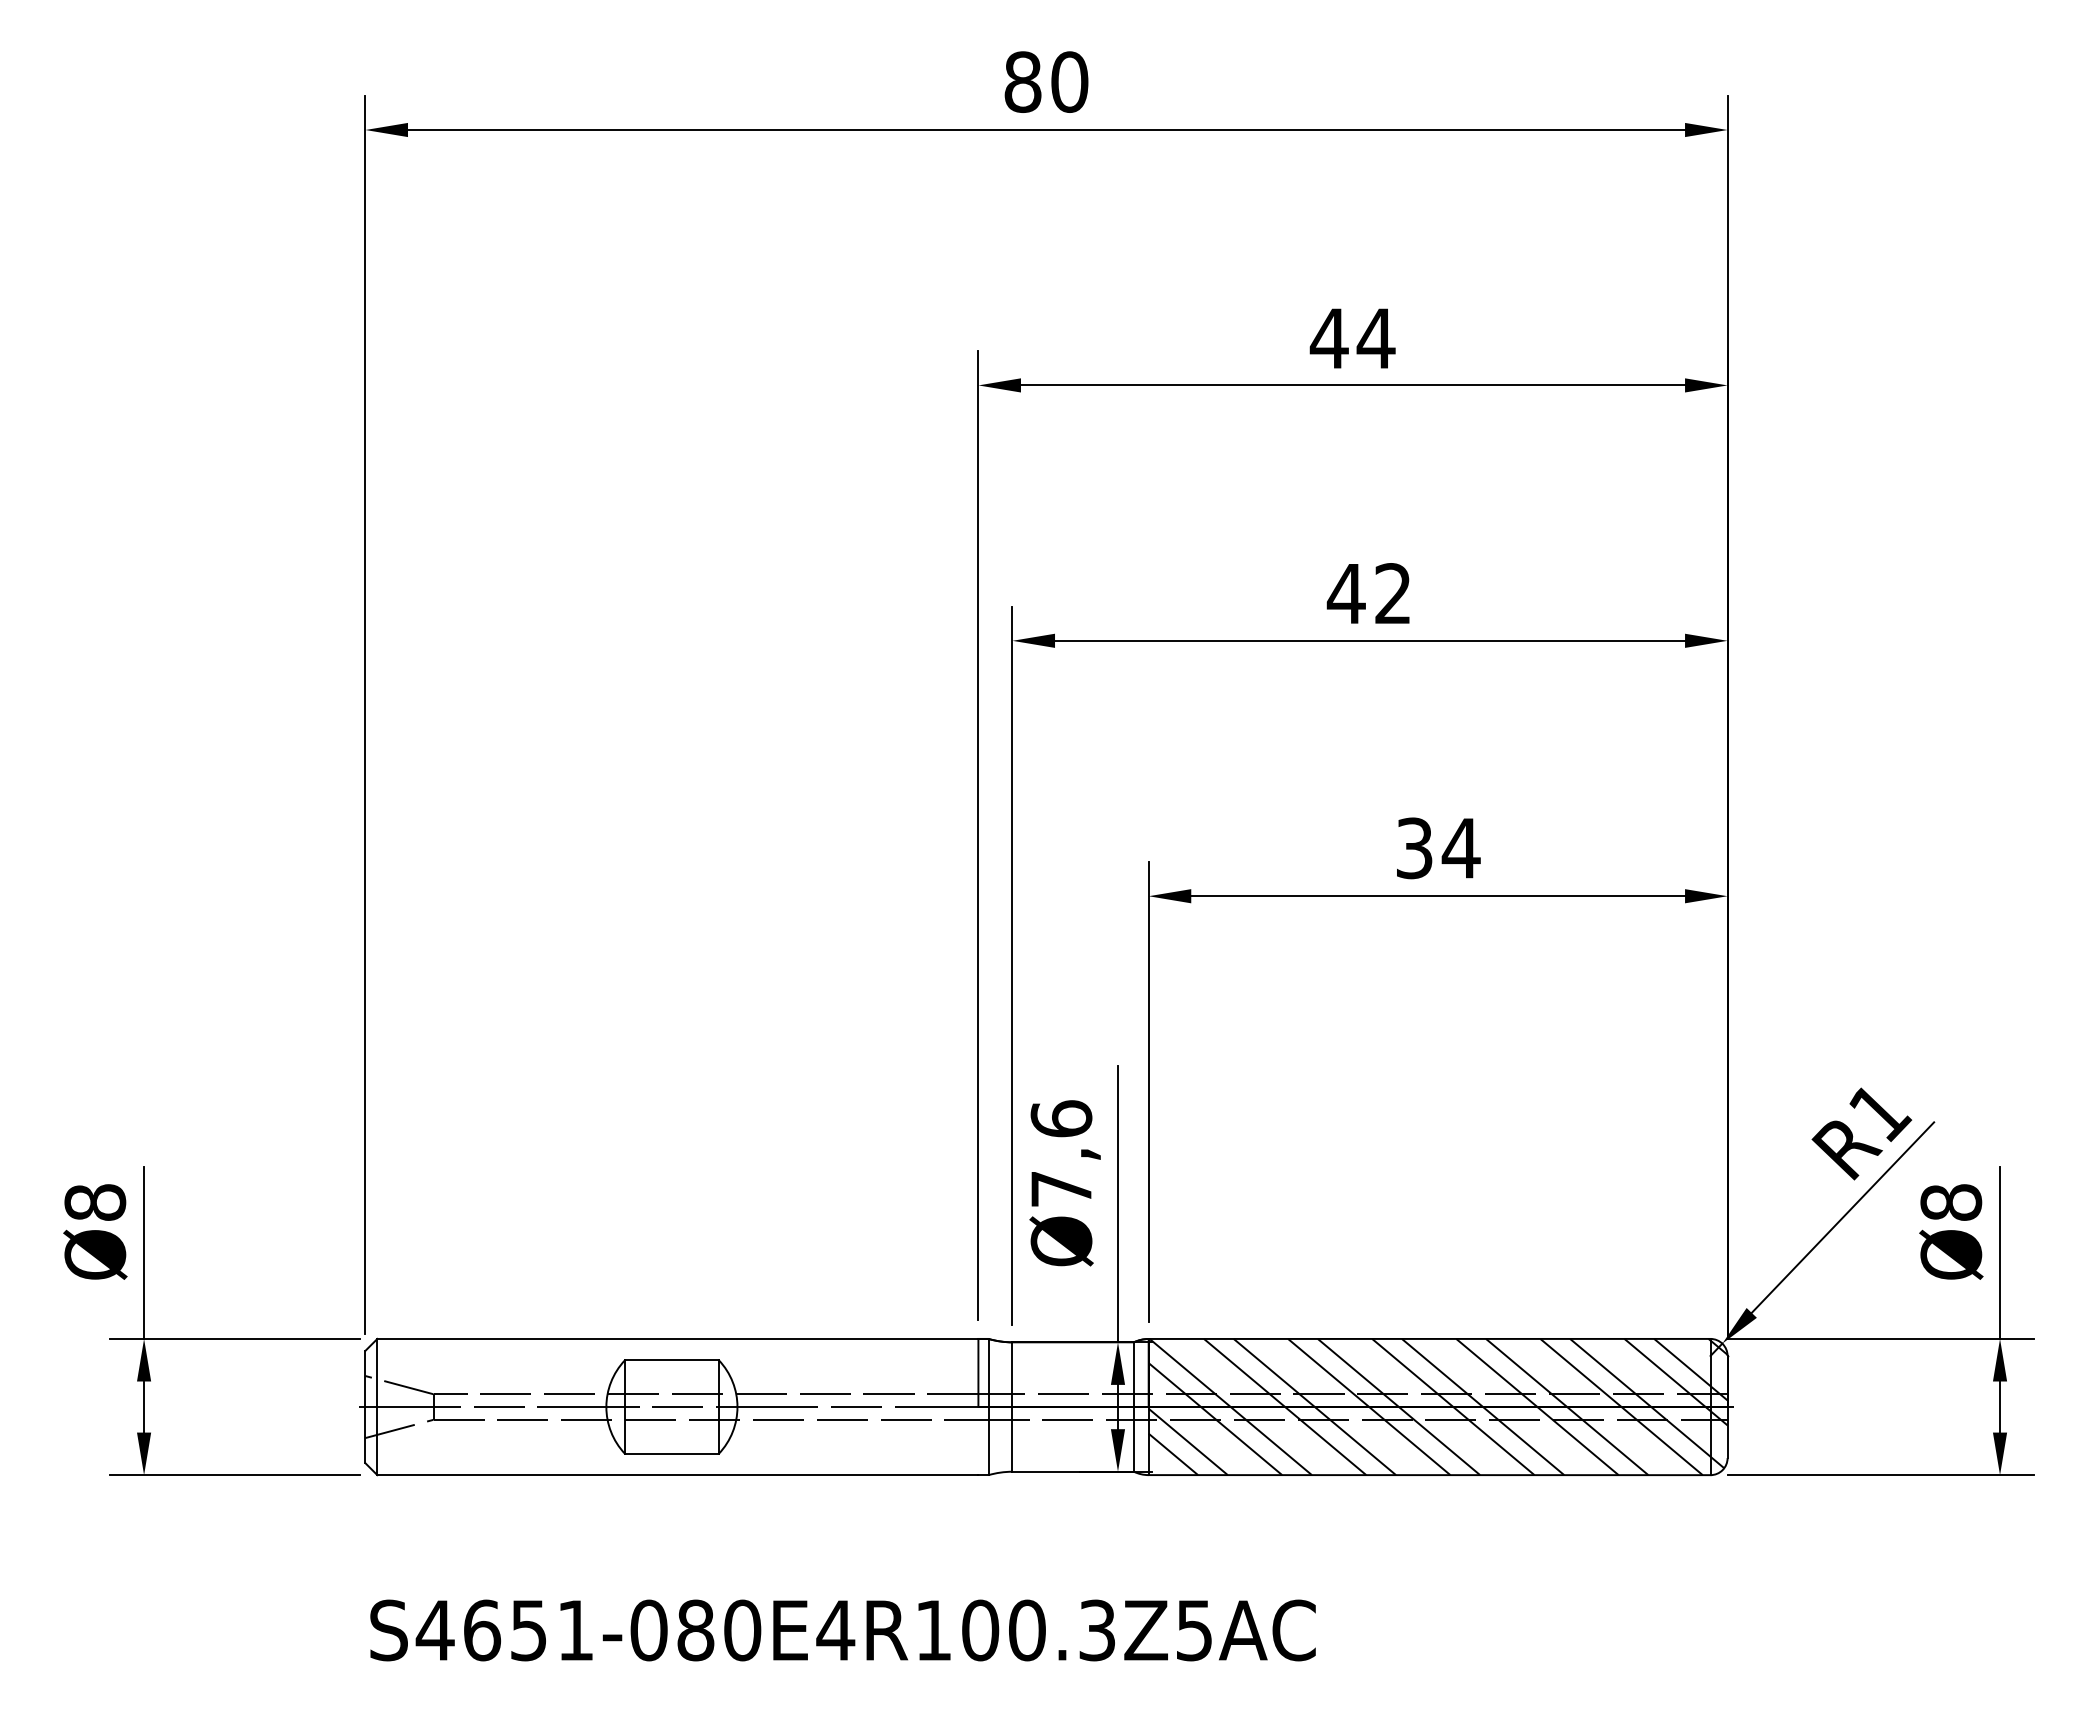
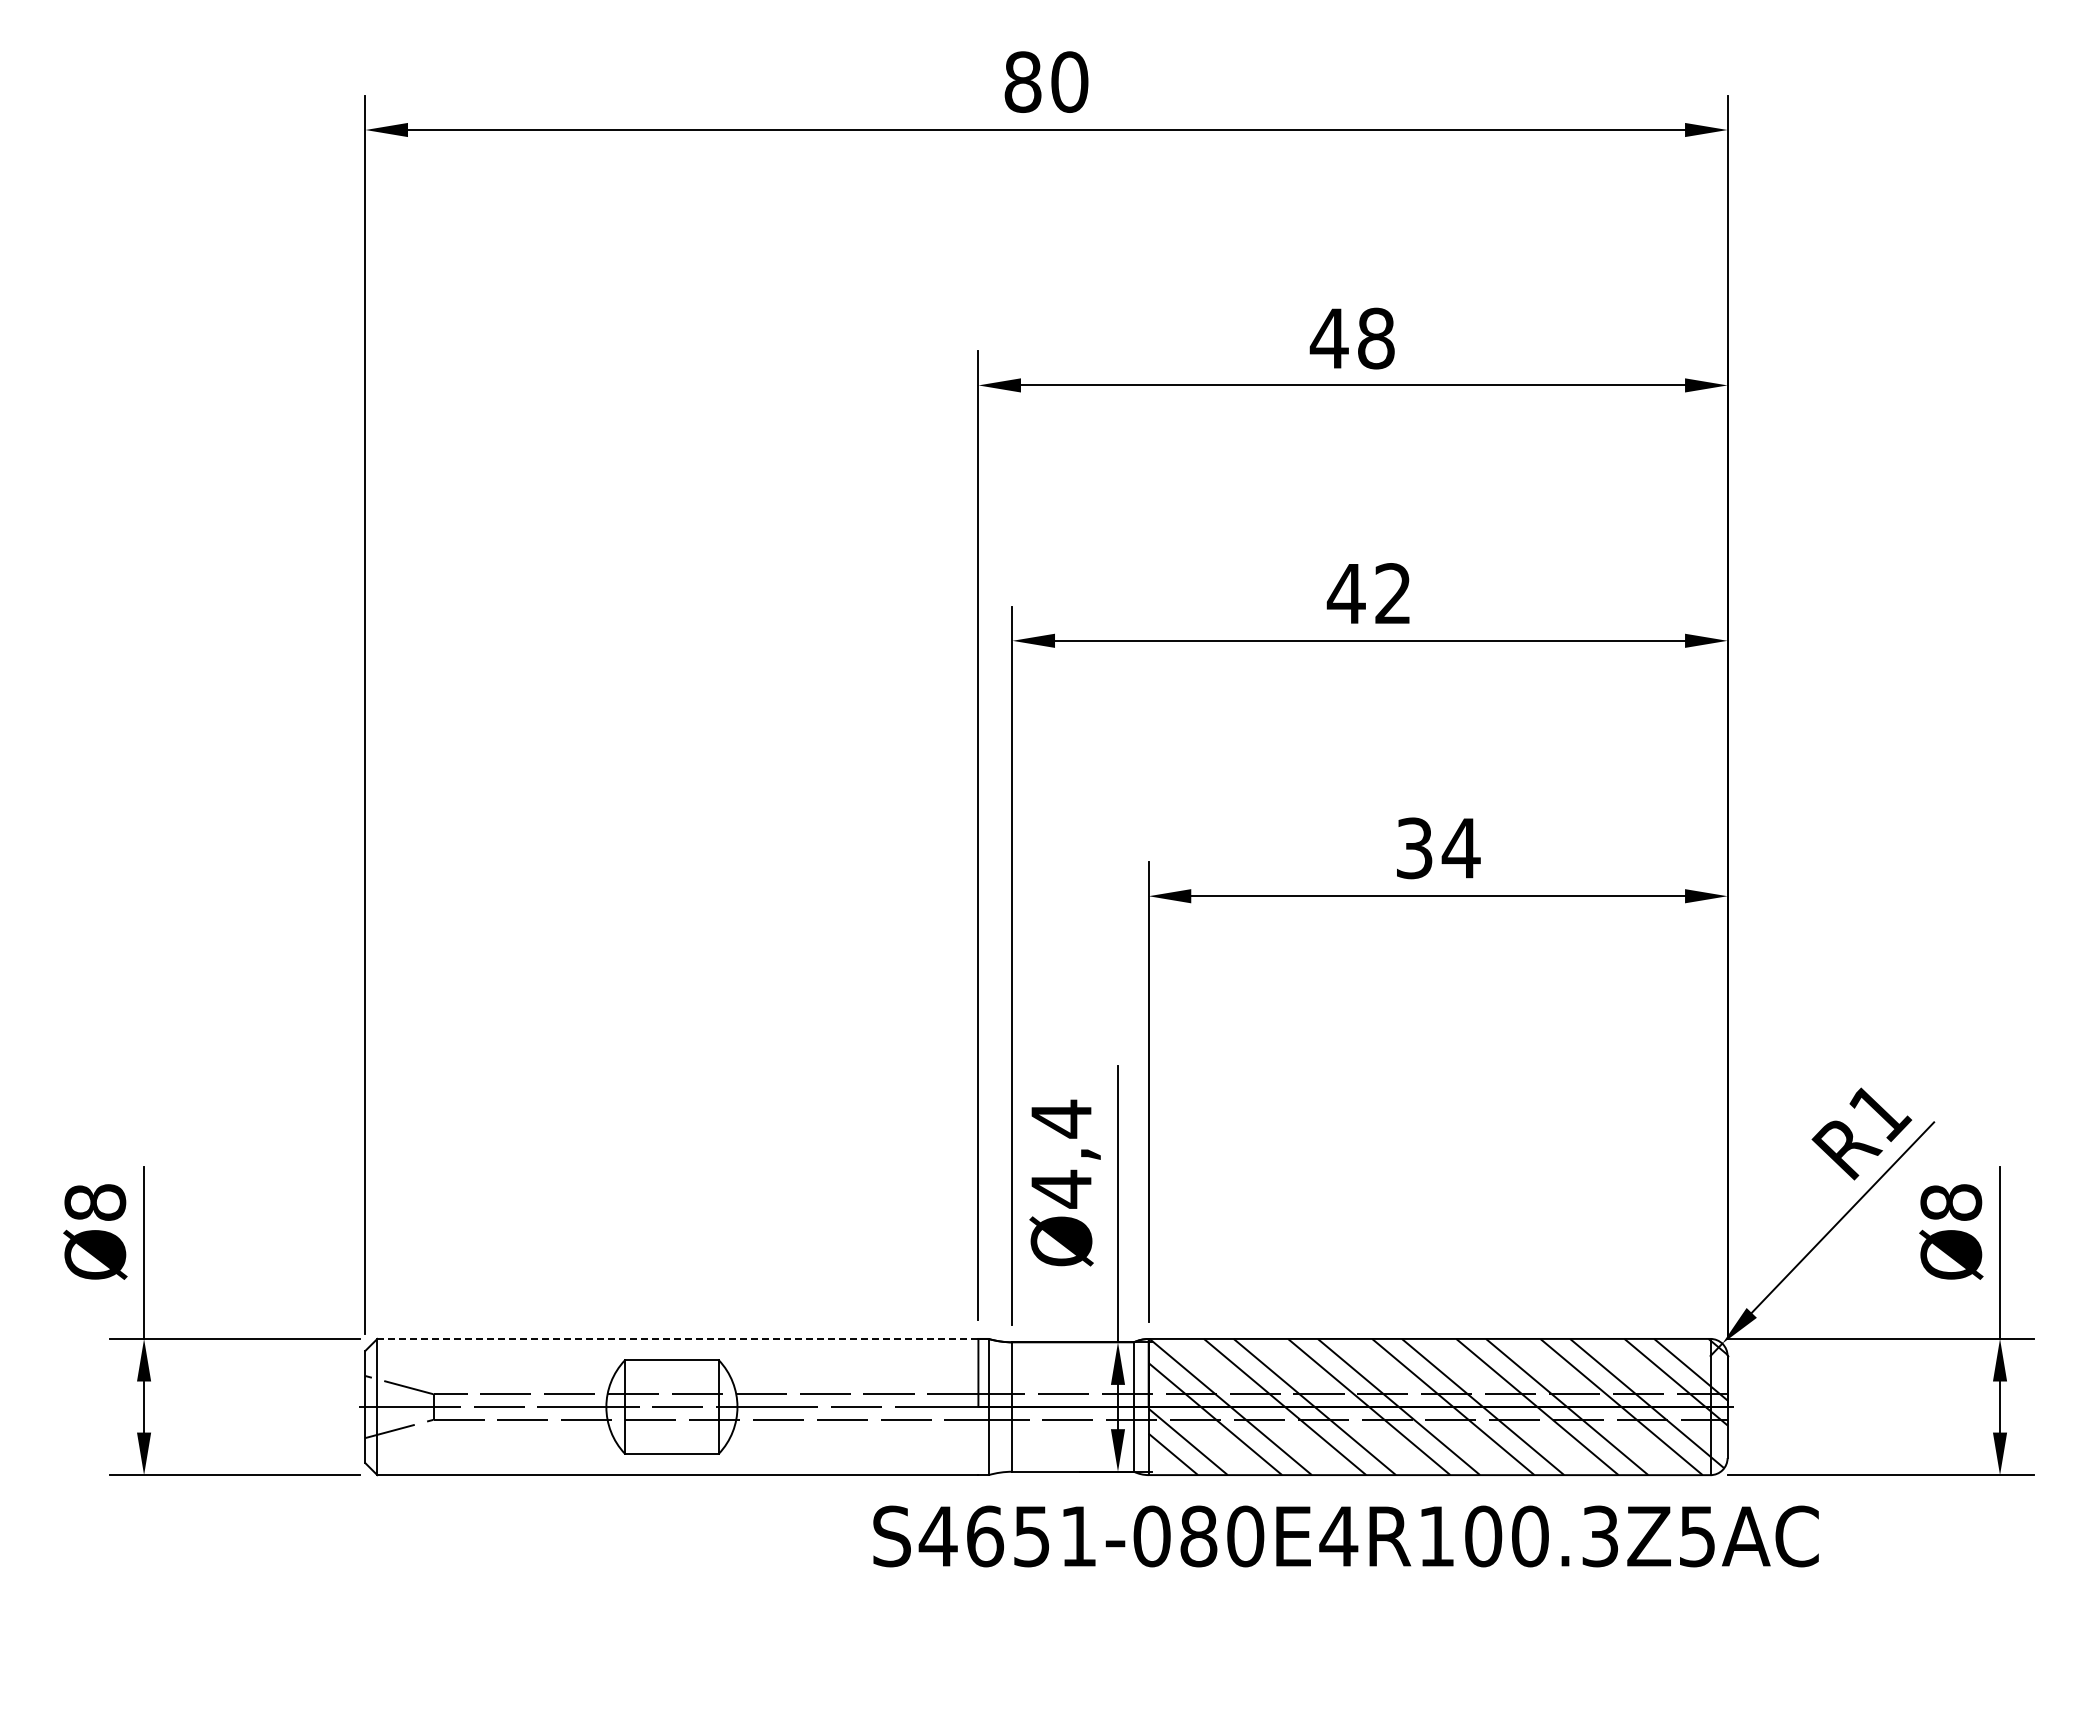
text at (1375, 338): 44 -> 48
text at (1061, 1153): Ø7,6 -> Ø4,4
line at (677, 1338): solid -> dashed
text at (842, 1630) position: (842, 1630) -> (1345, 1536)
